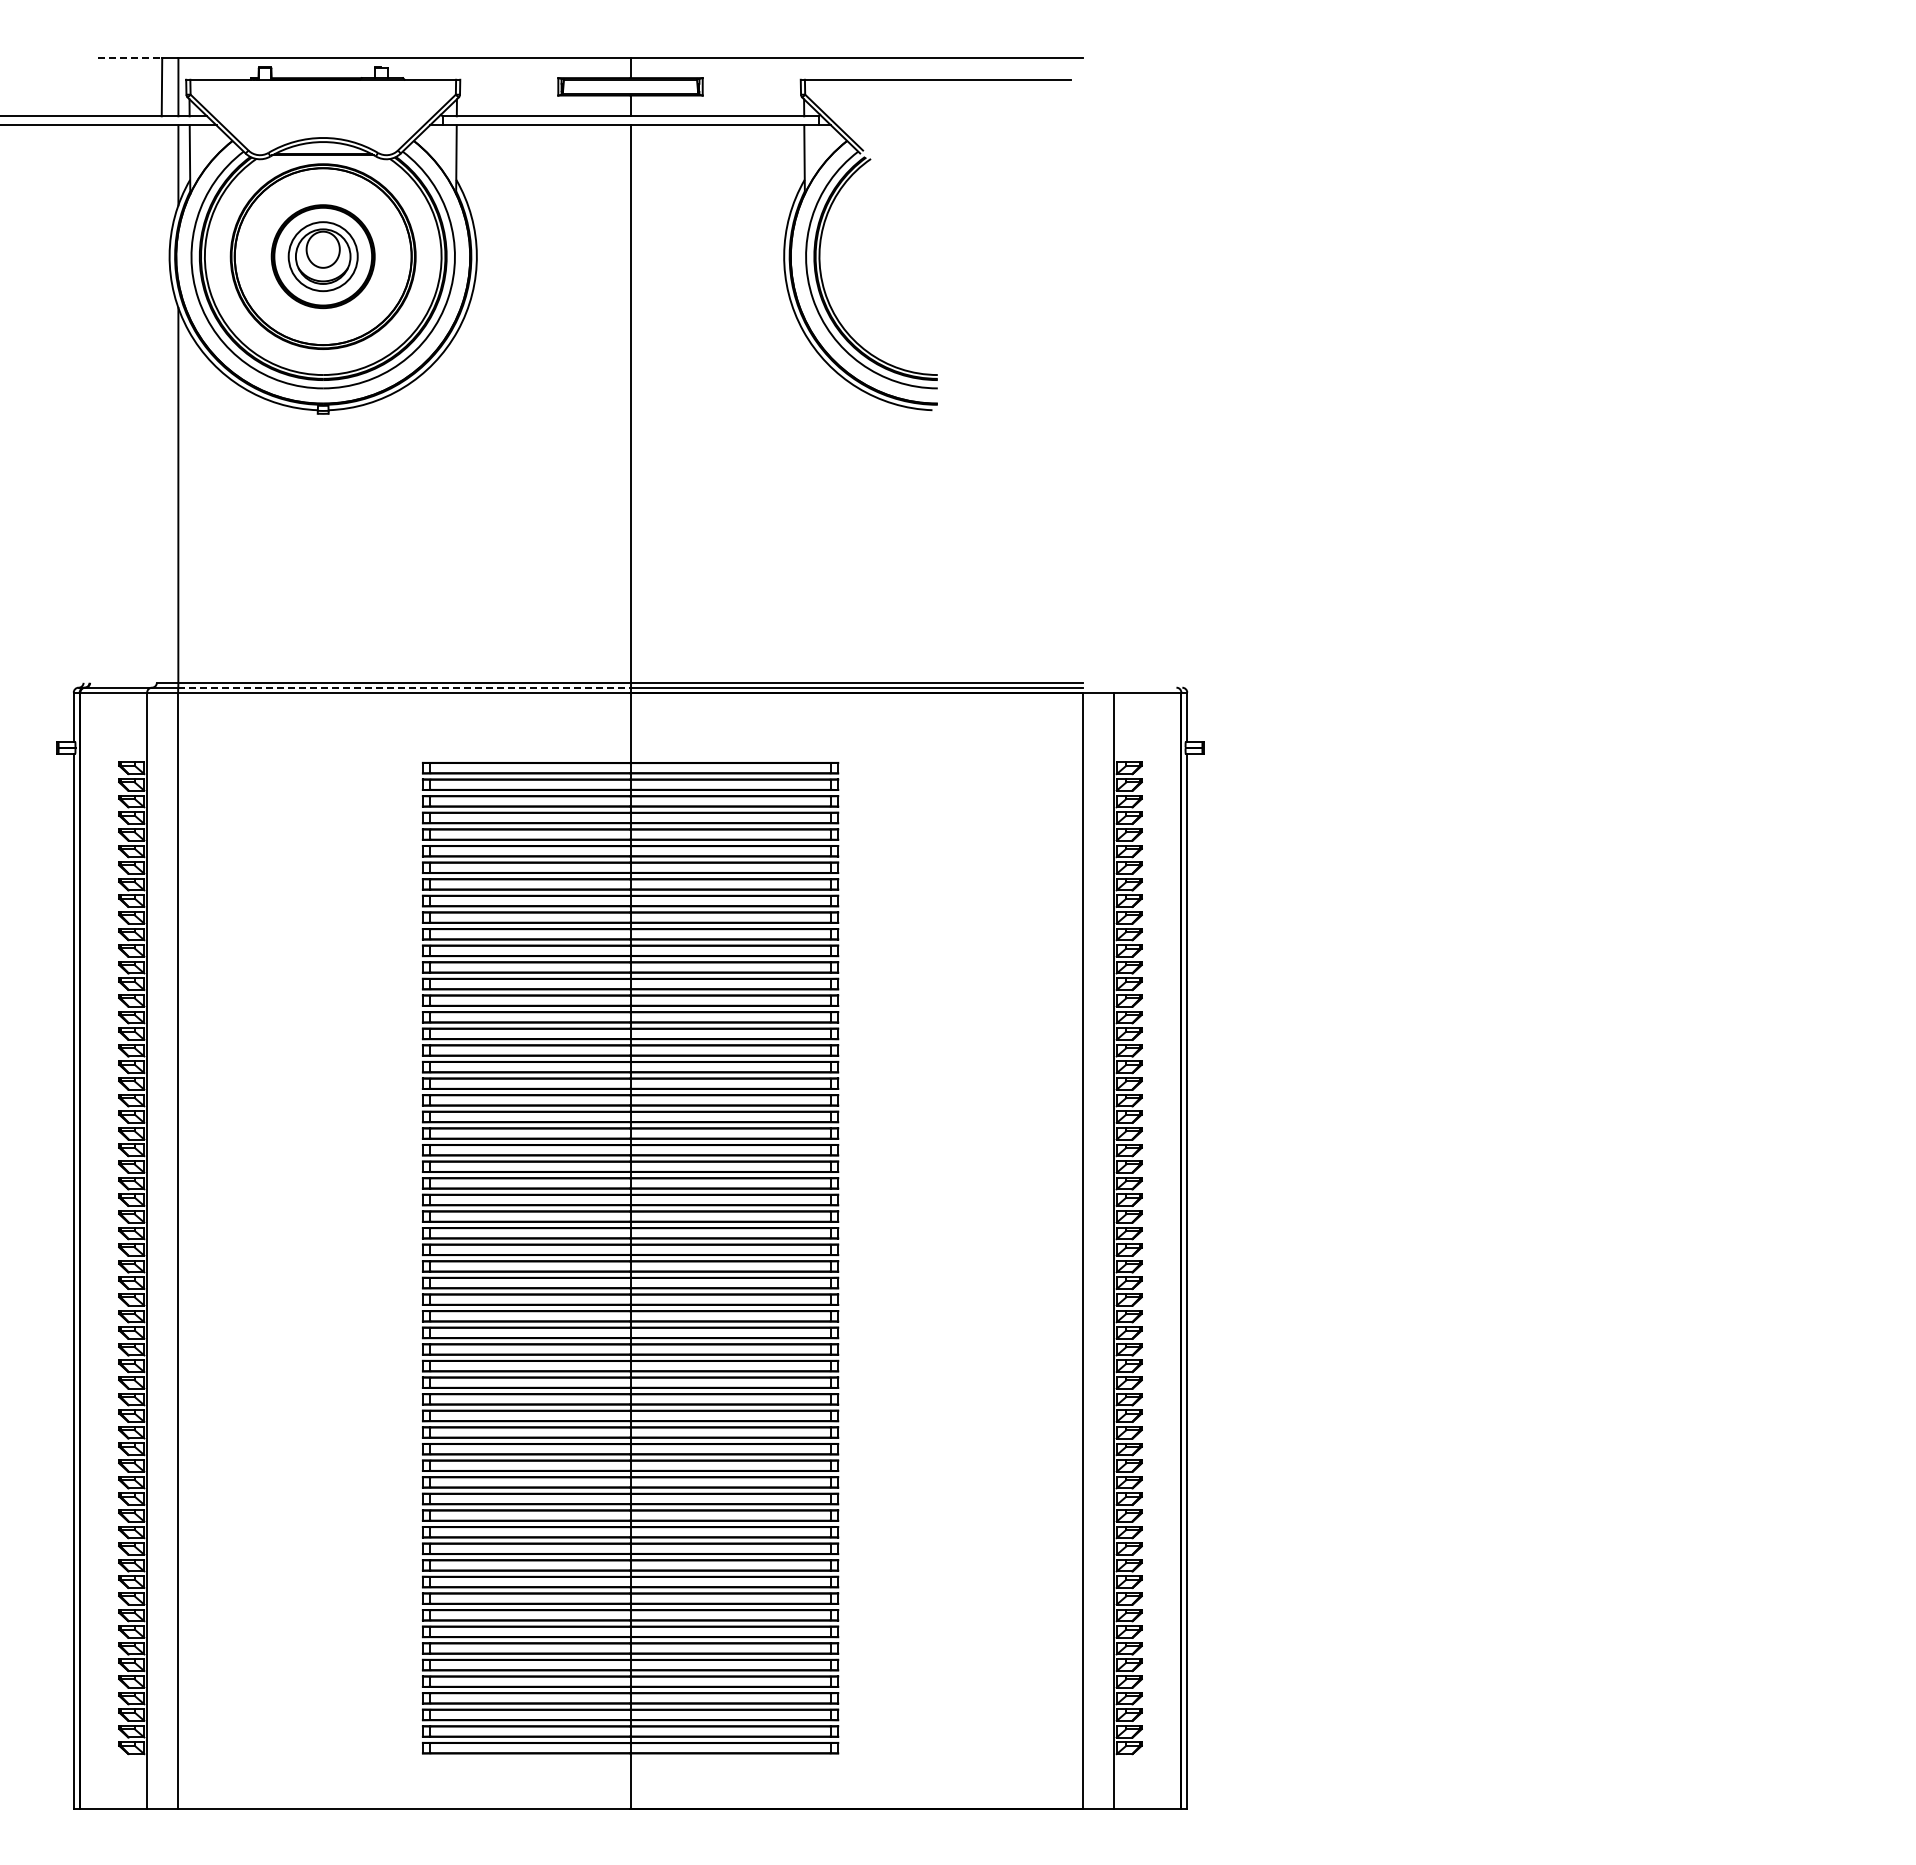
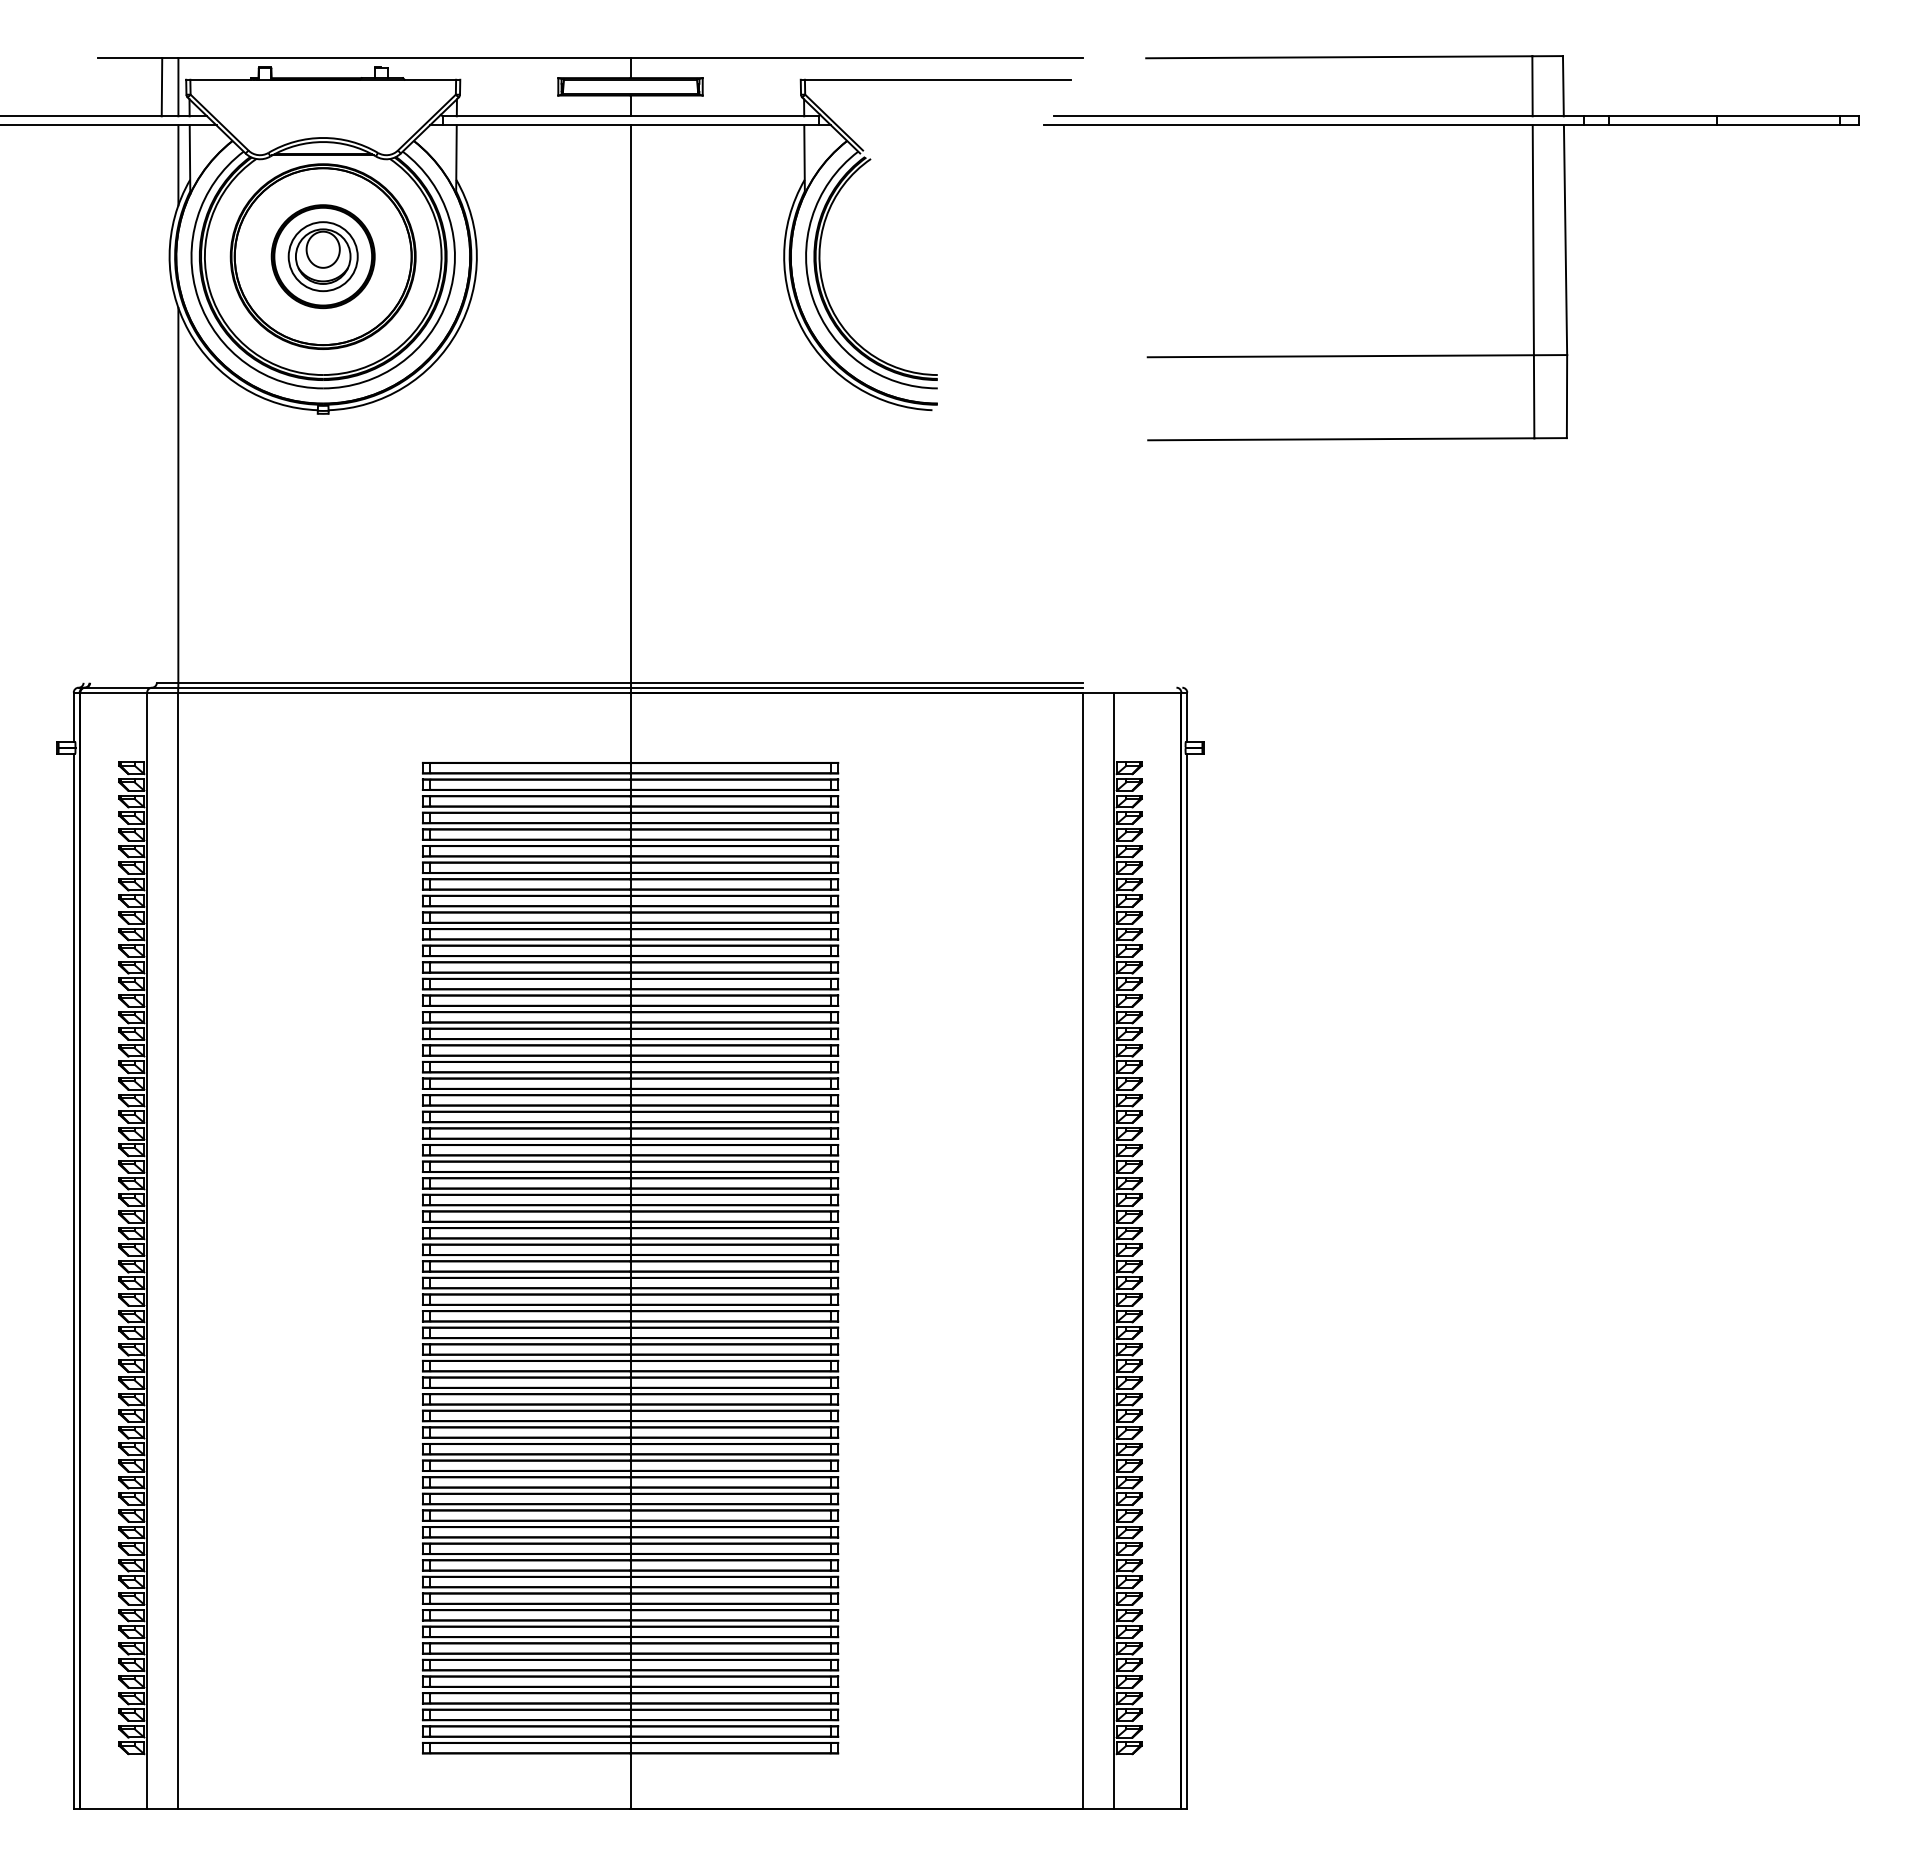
line at (130, 58): dashed -> solid
part at (1532, 248): none -> present
line at (404, 687): dashed -> solid
